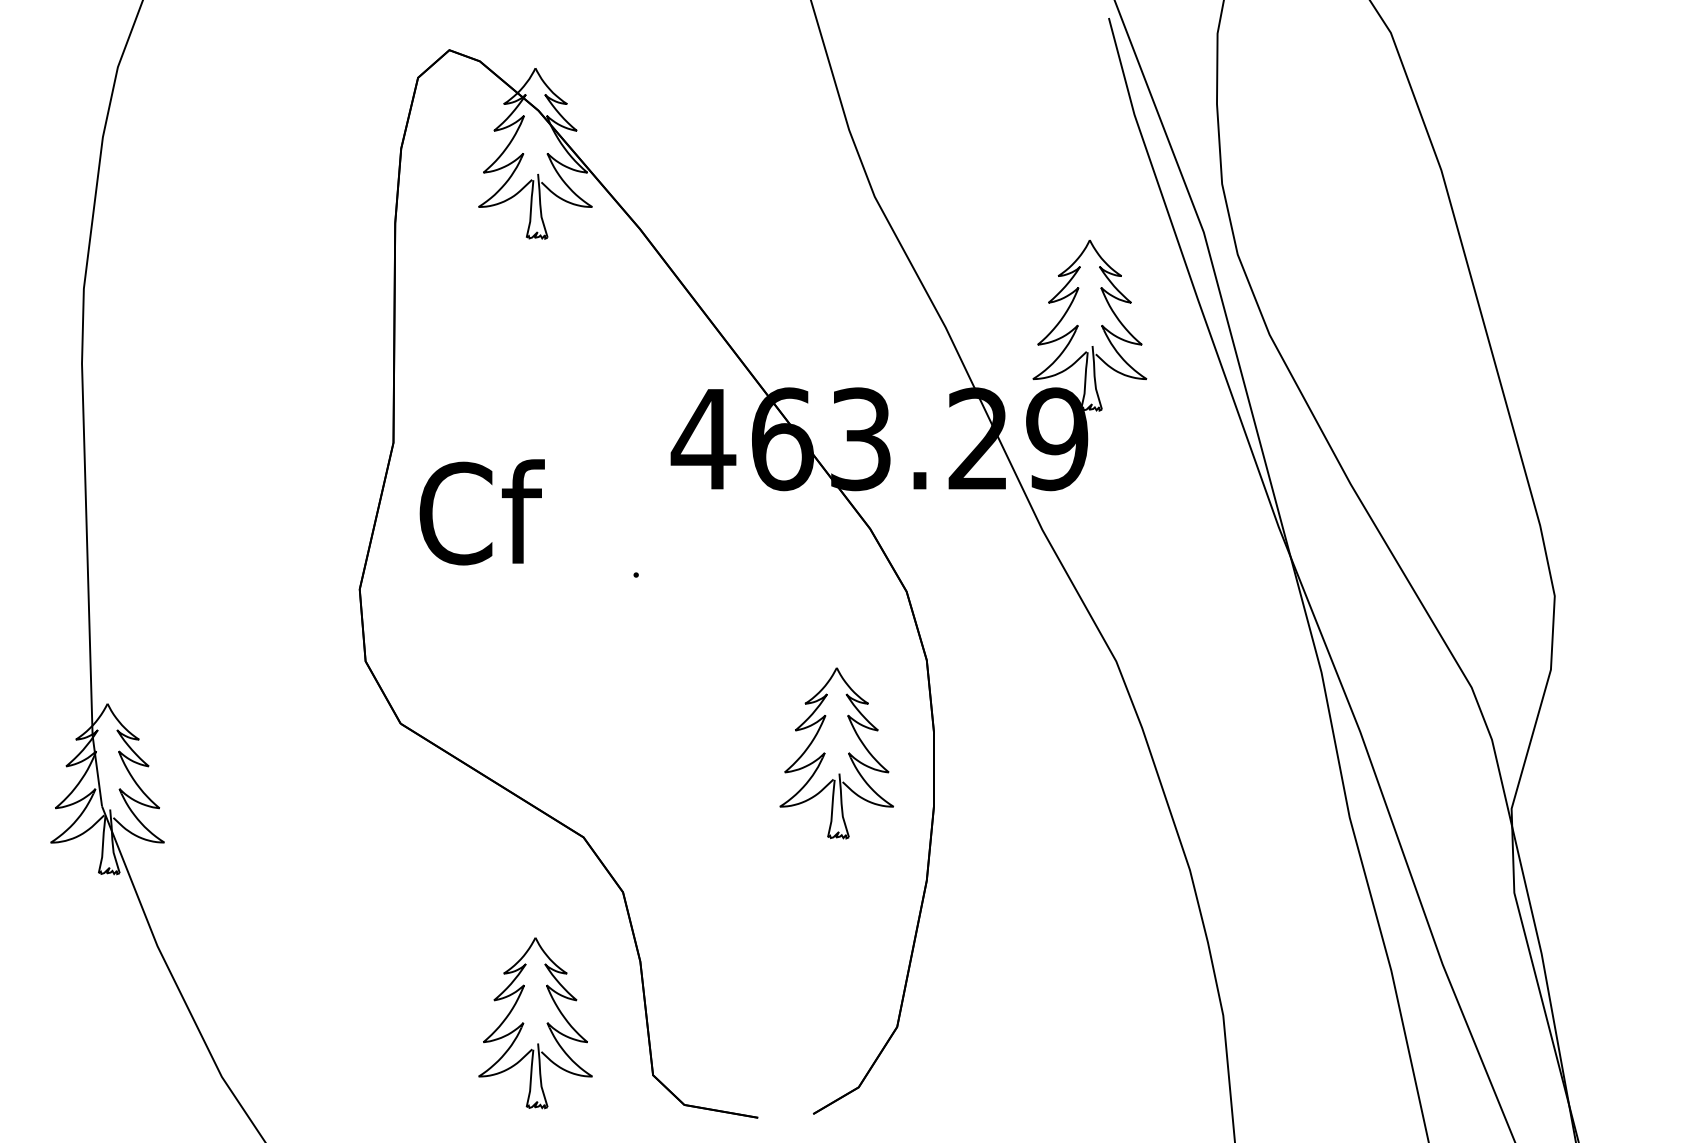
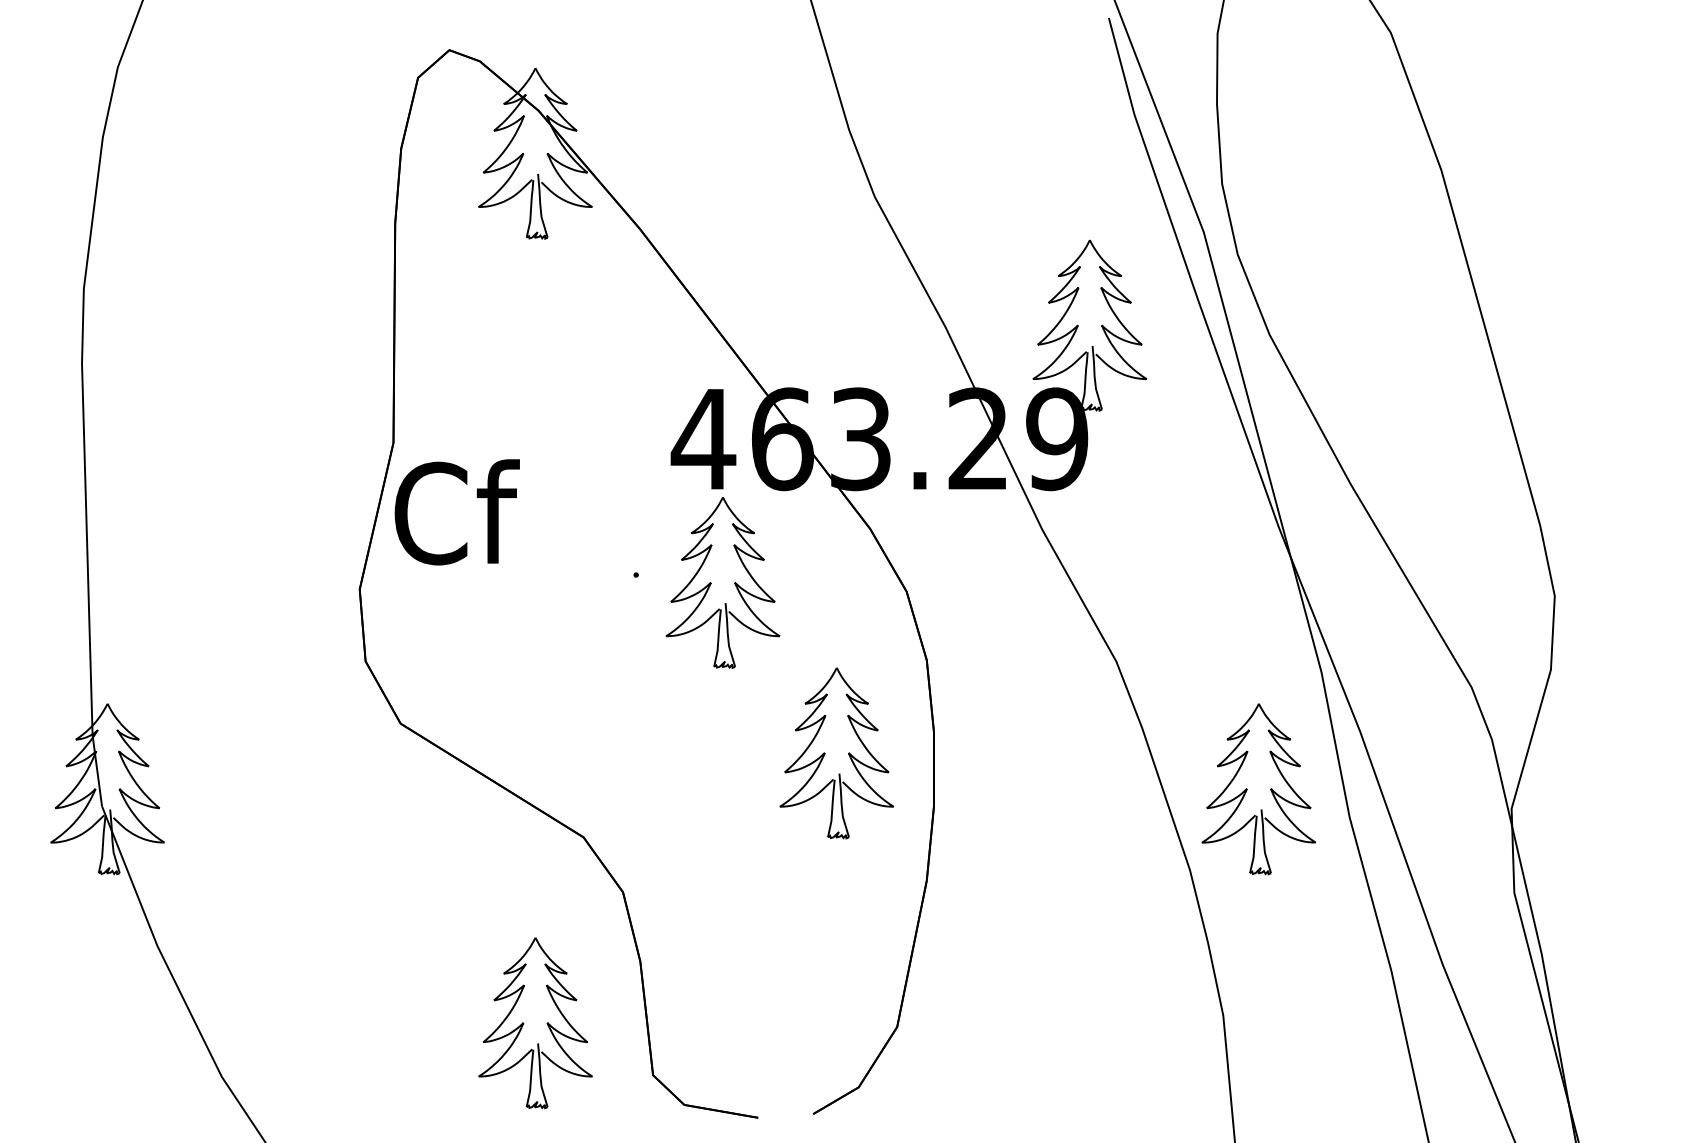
text at (481, 512) position: (481, 512) -> (456, 512)
part at (722, 582): none -> present
part at (1258, 789): none -> present
